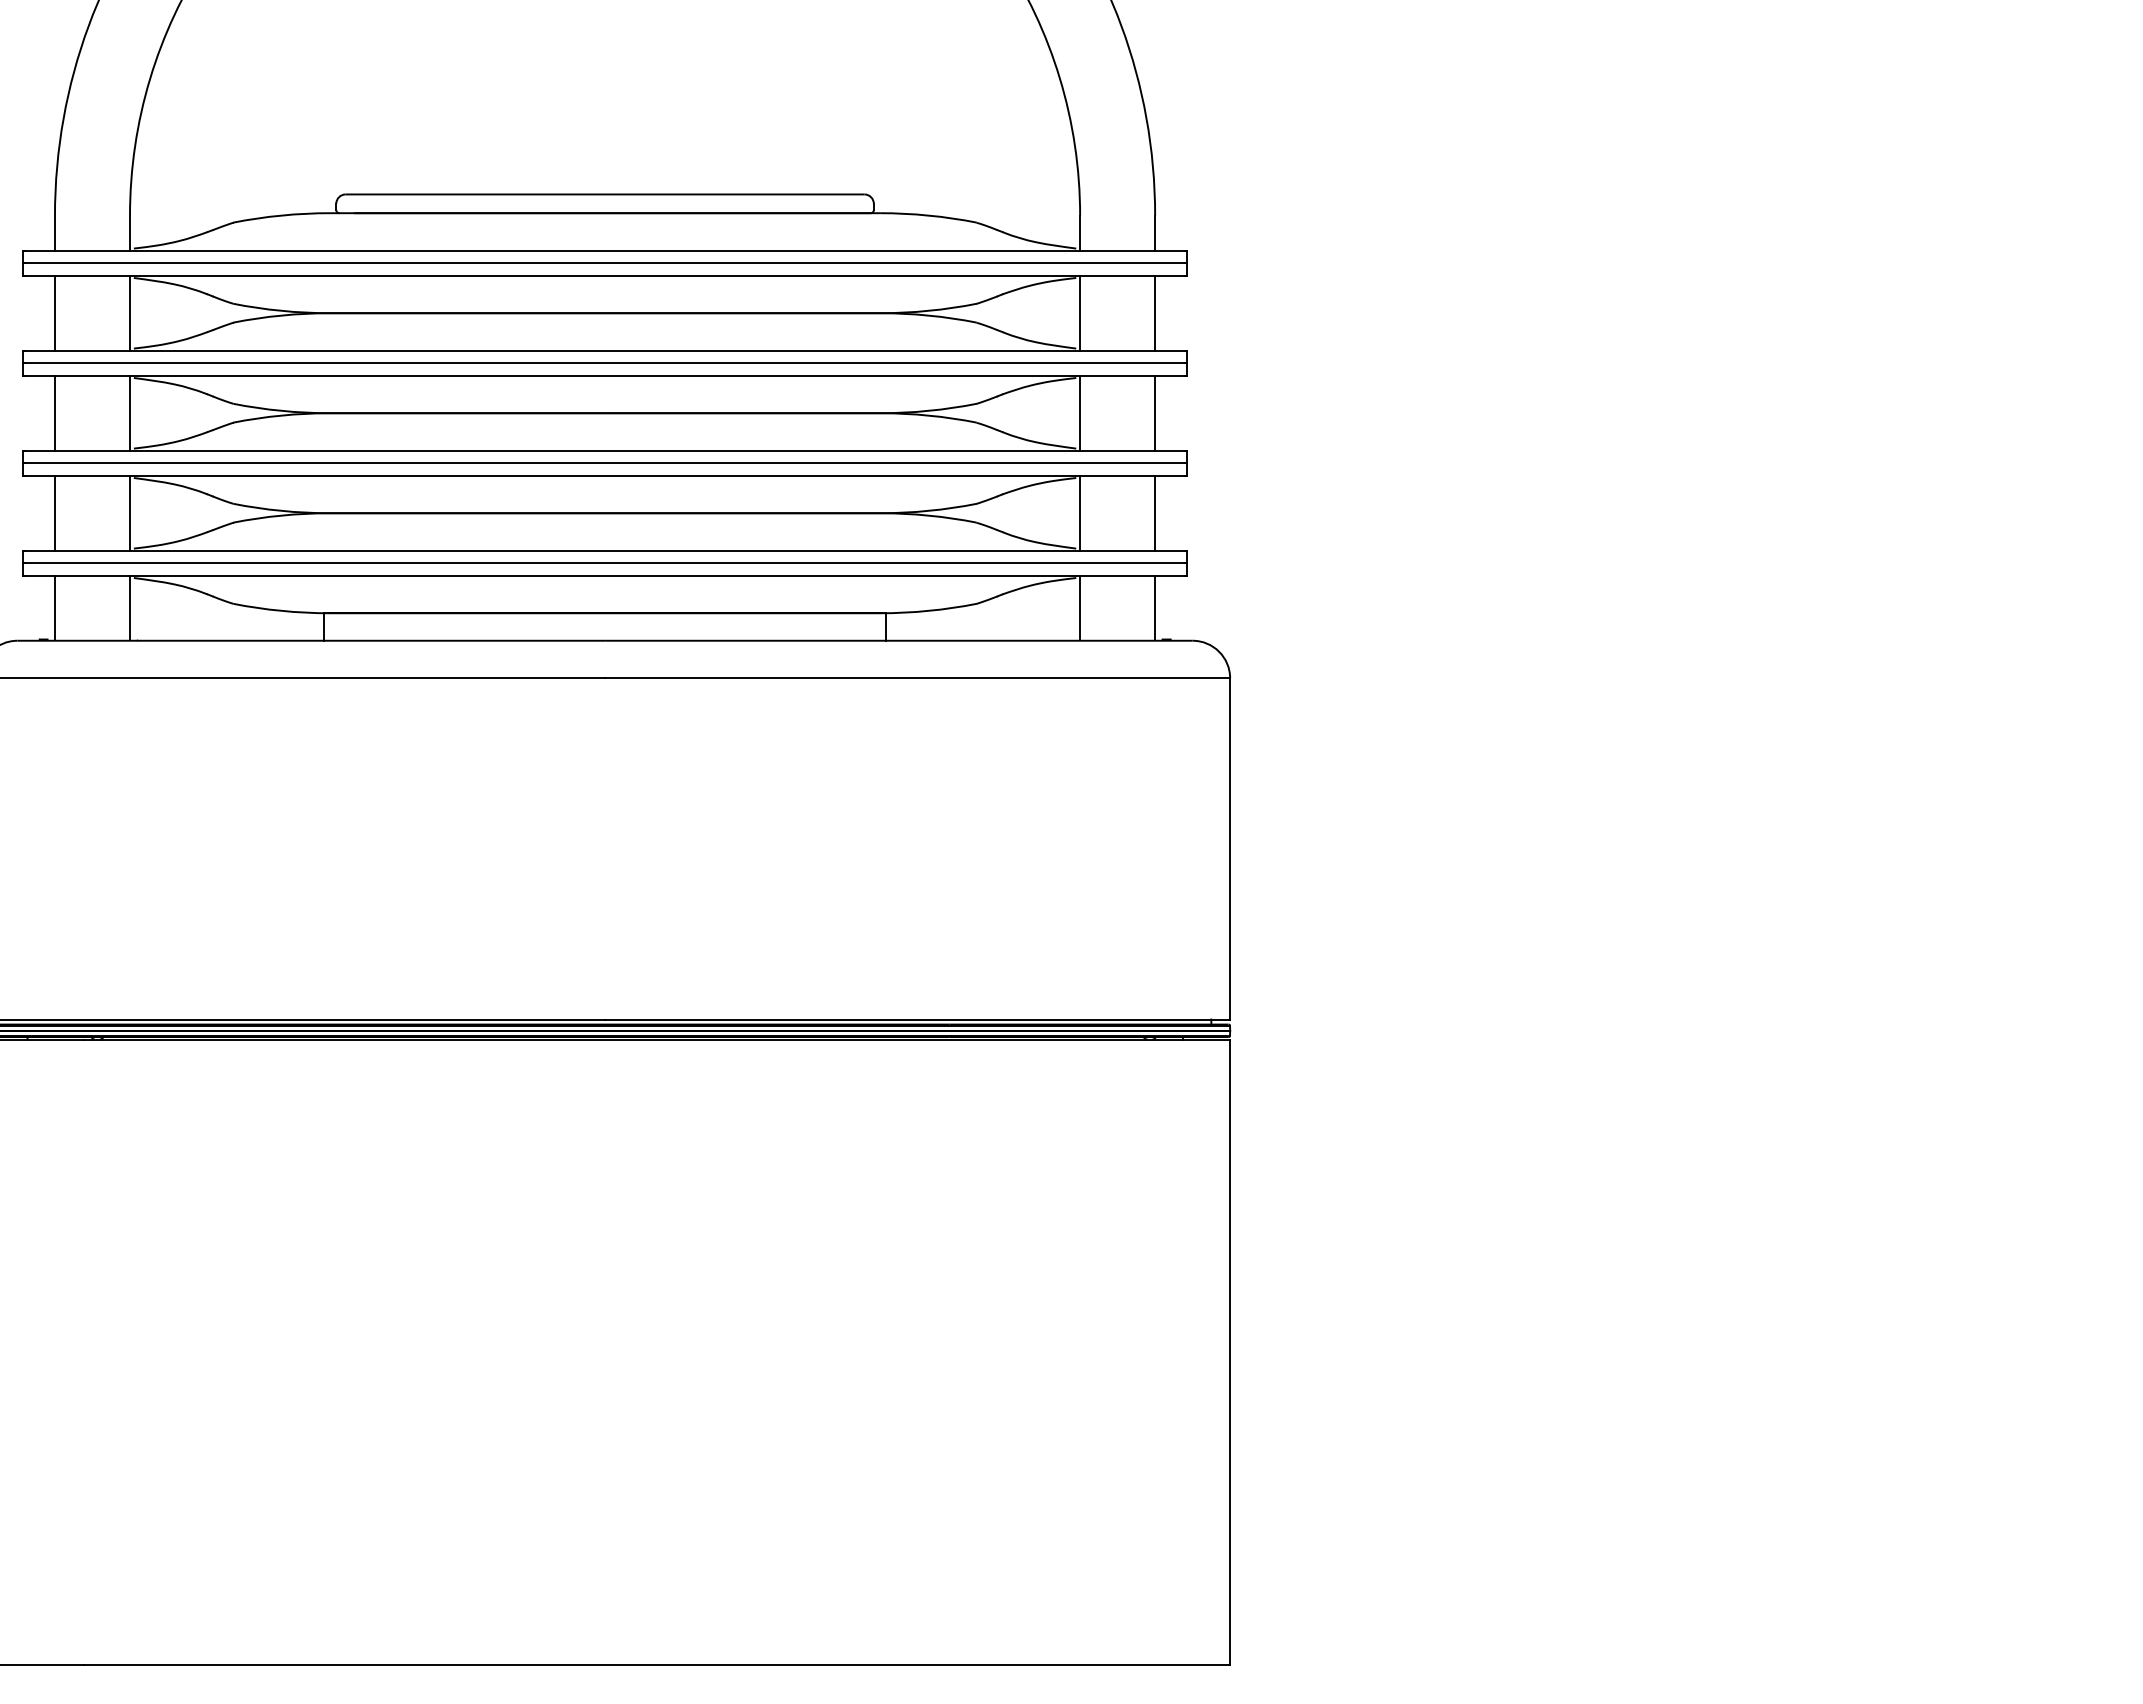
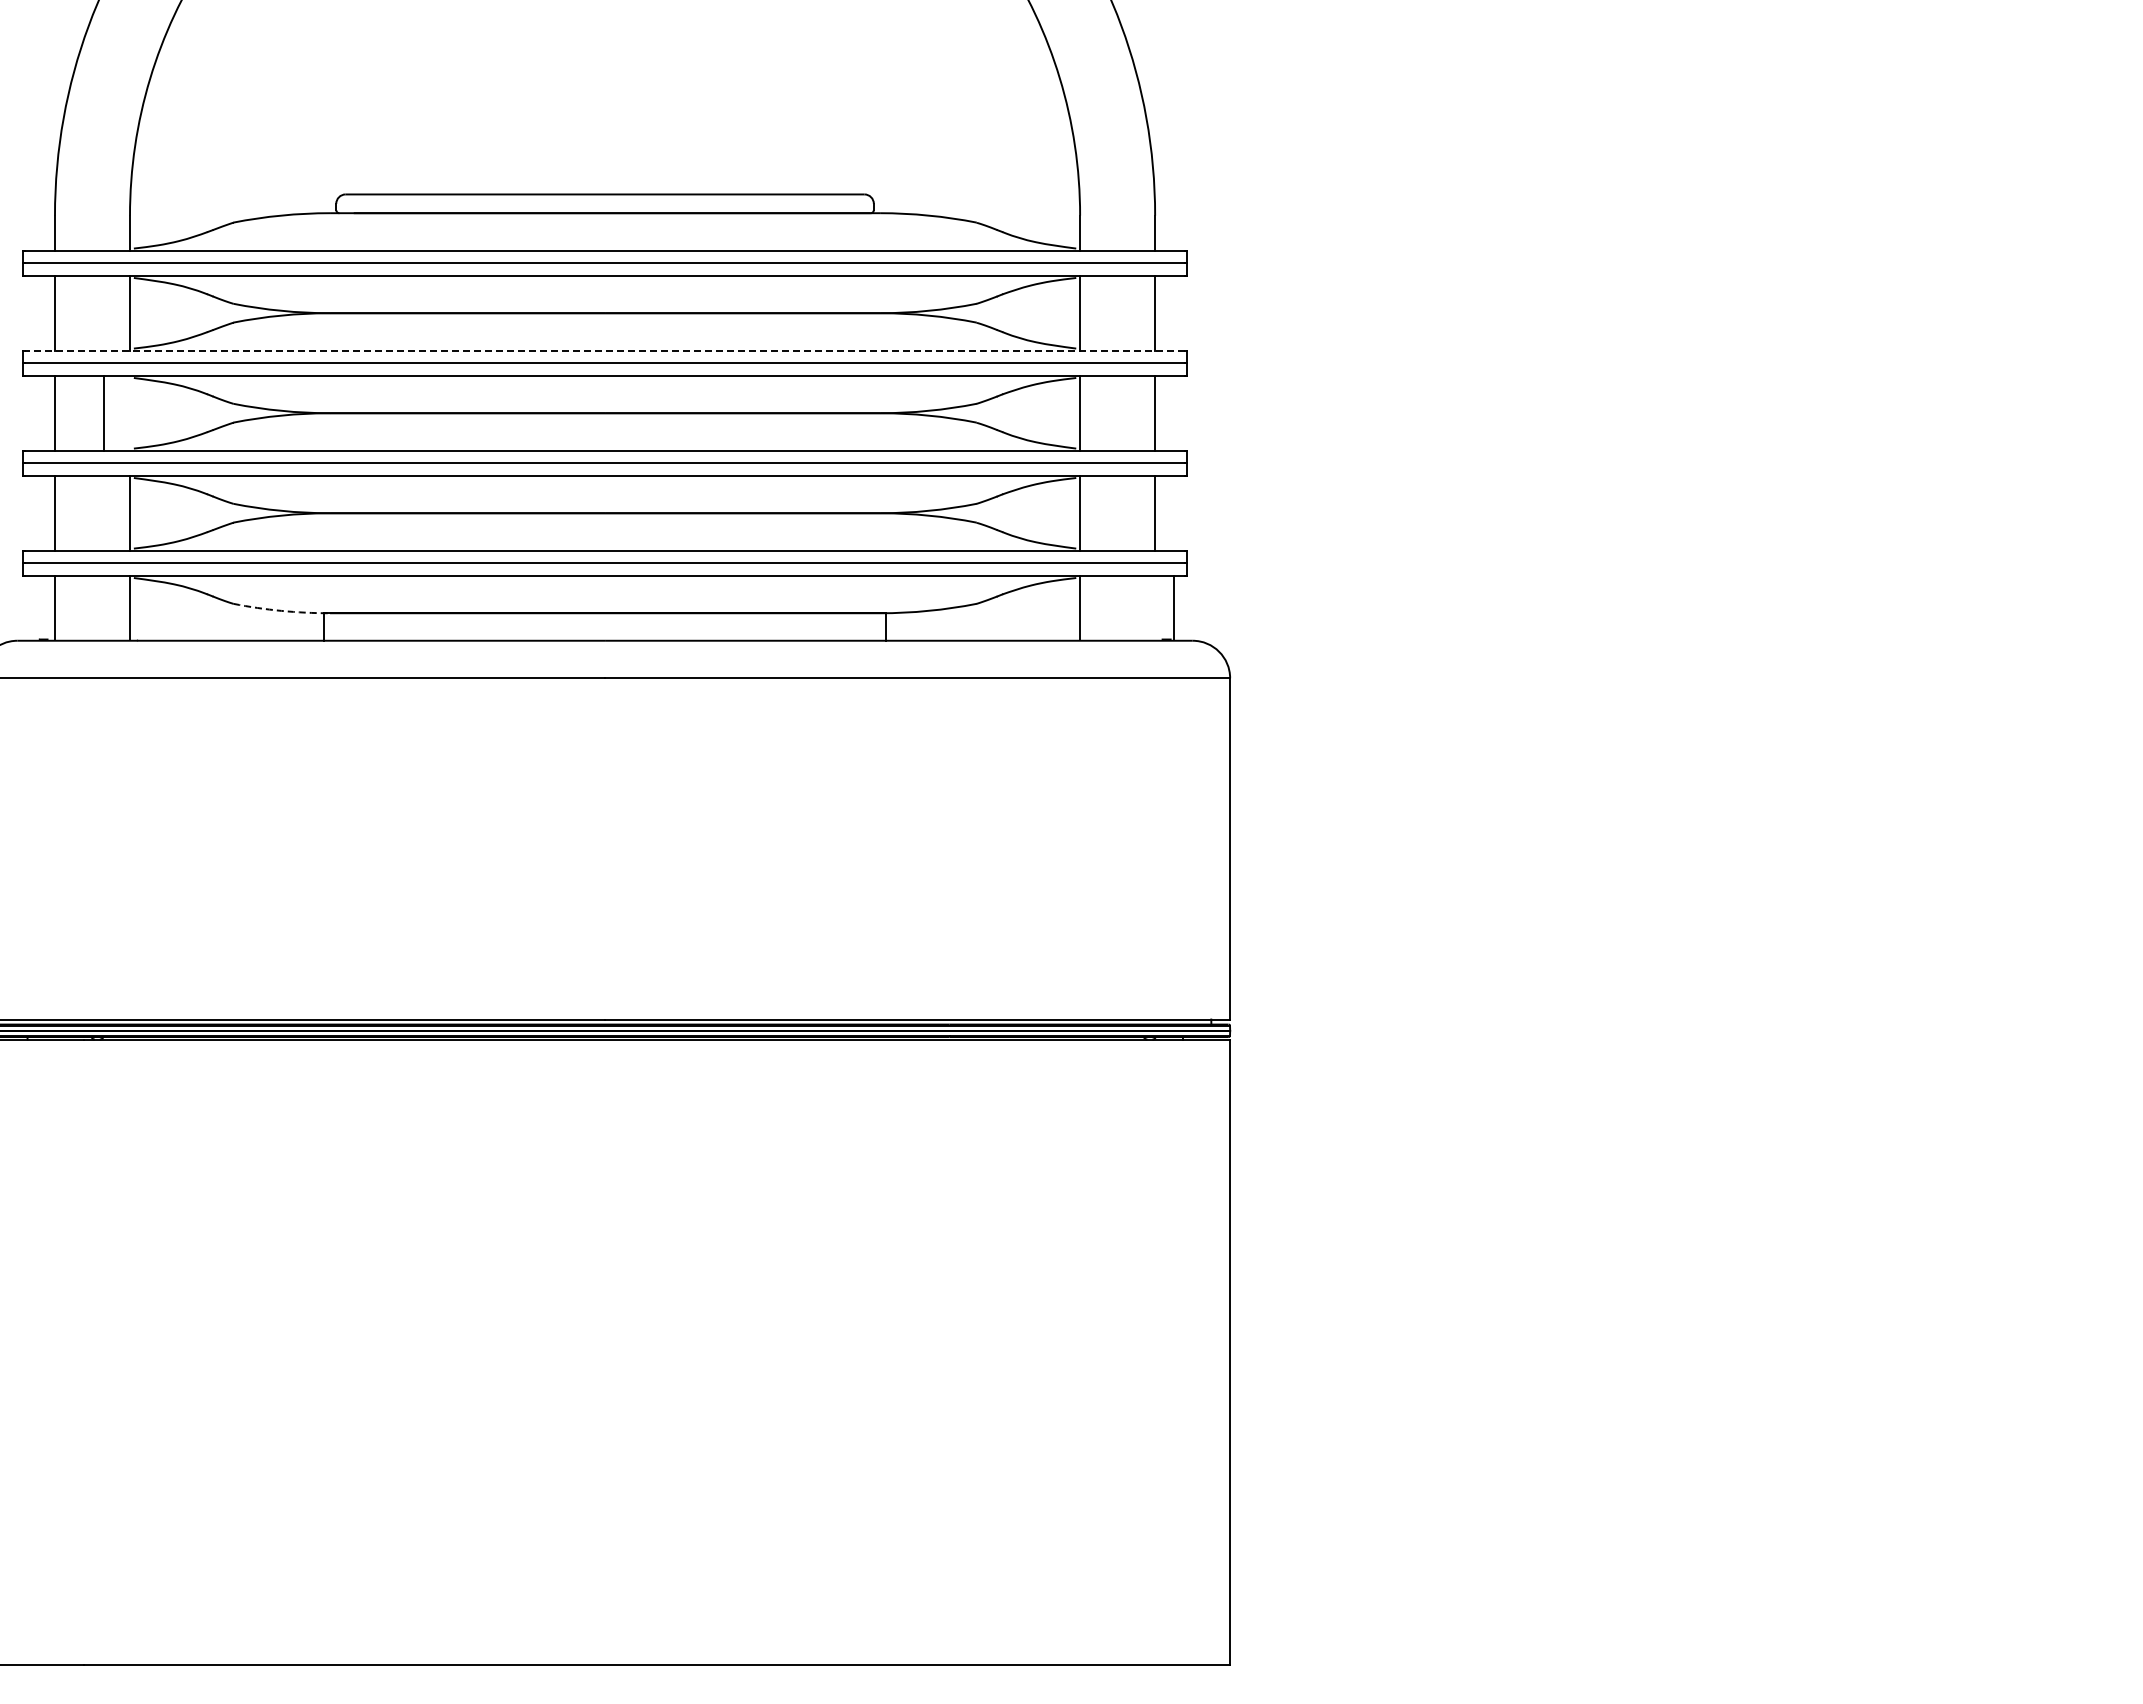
line at (604, 350): solid -> dashed
line at (130, 412) position: (130, 412) -> (104, 412)
line at (1155, 607) position: (1155, 607) -> (1174, 607)
arc at (281, 610): solid -> dashed
